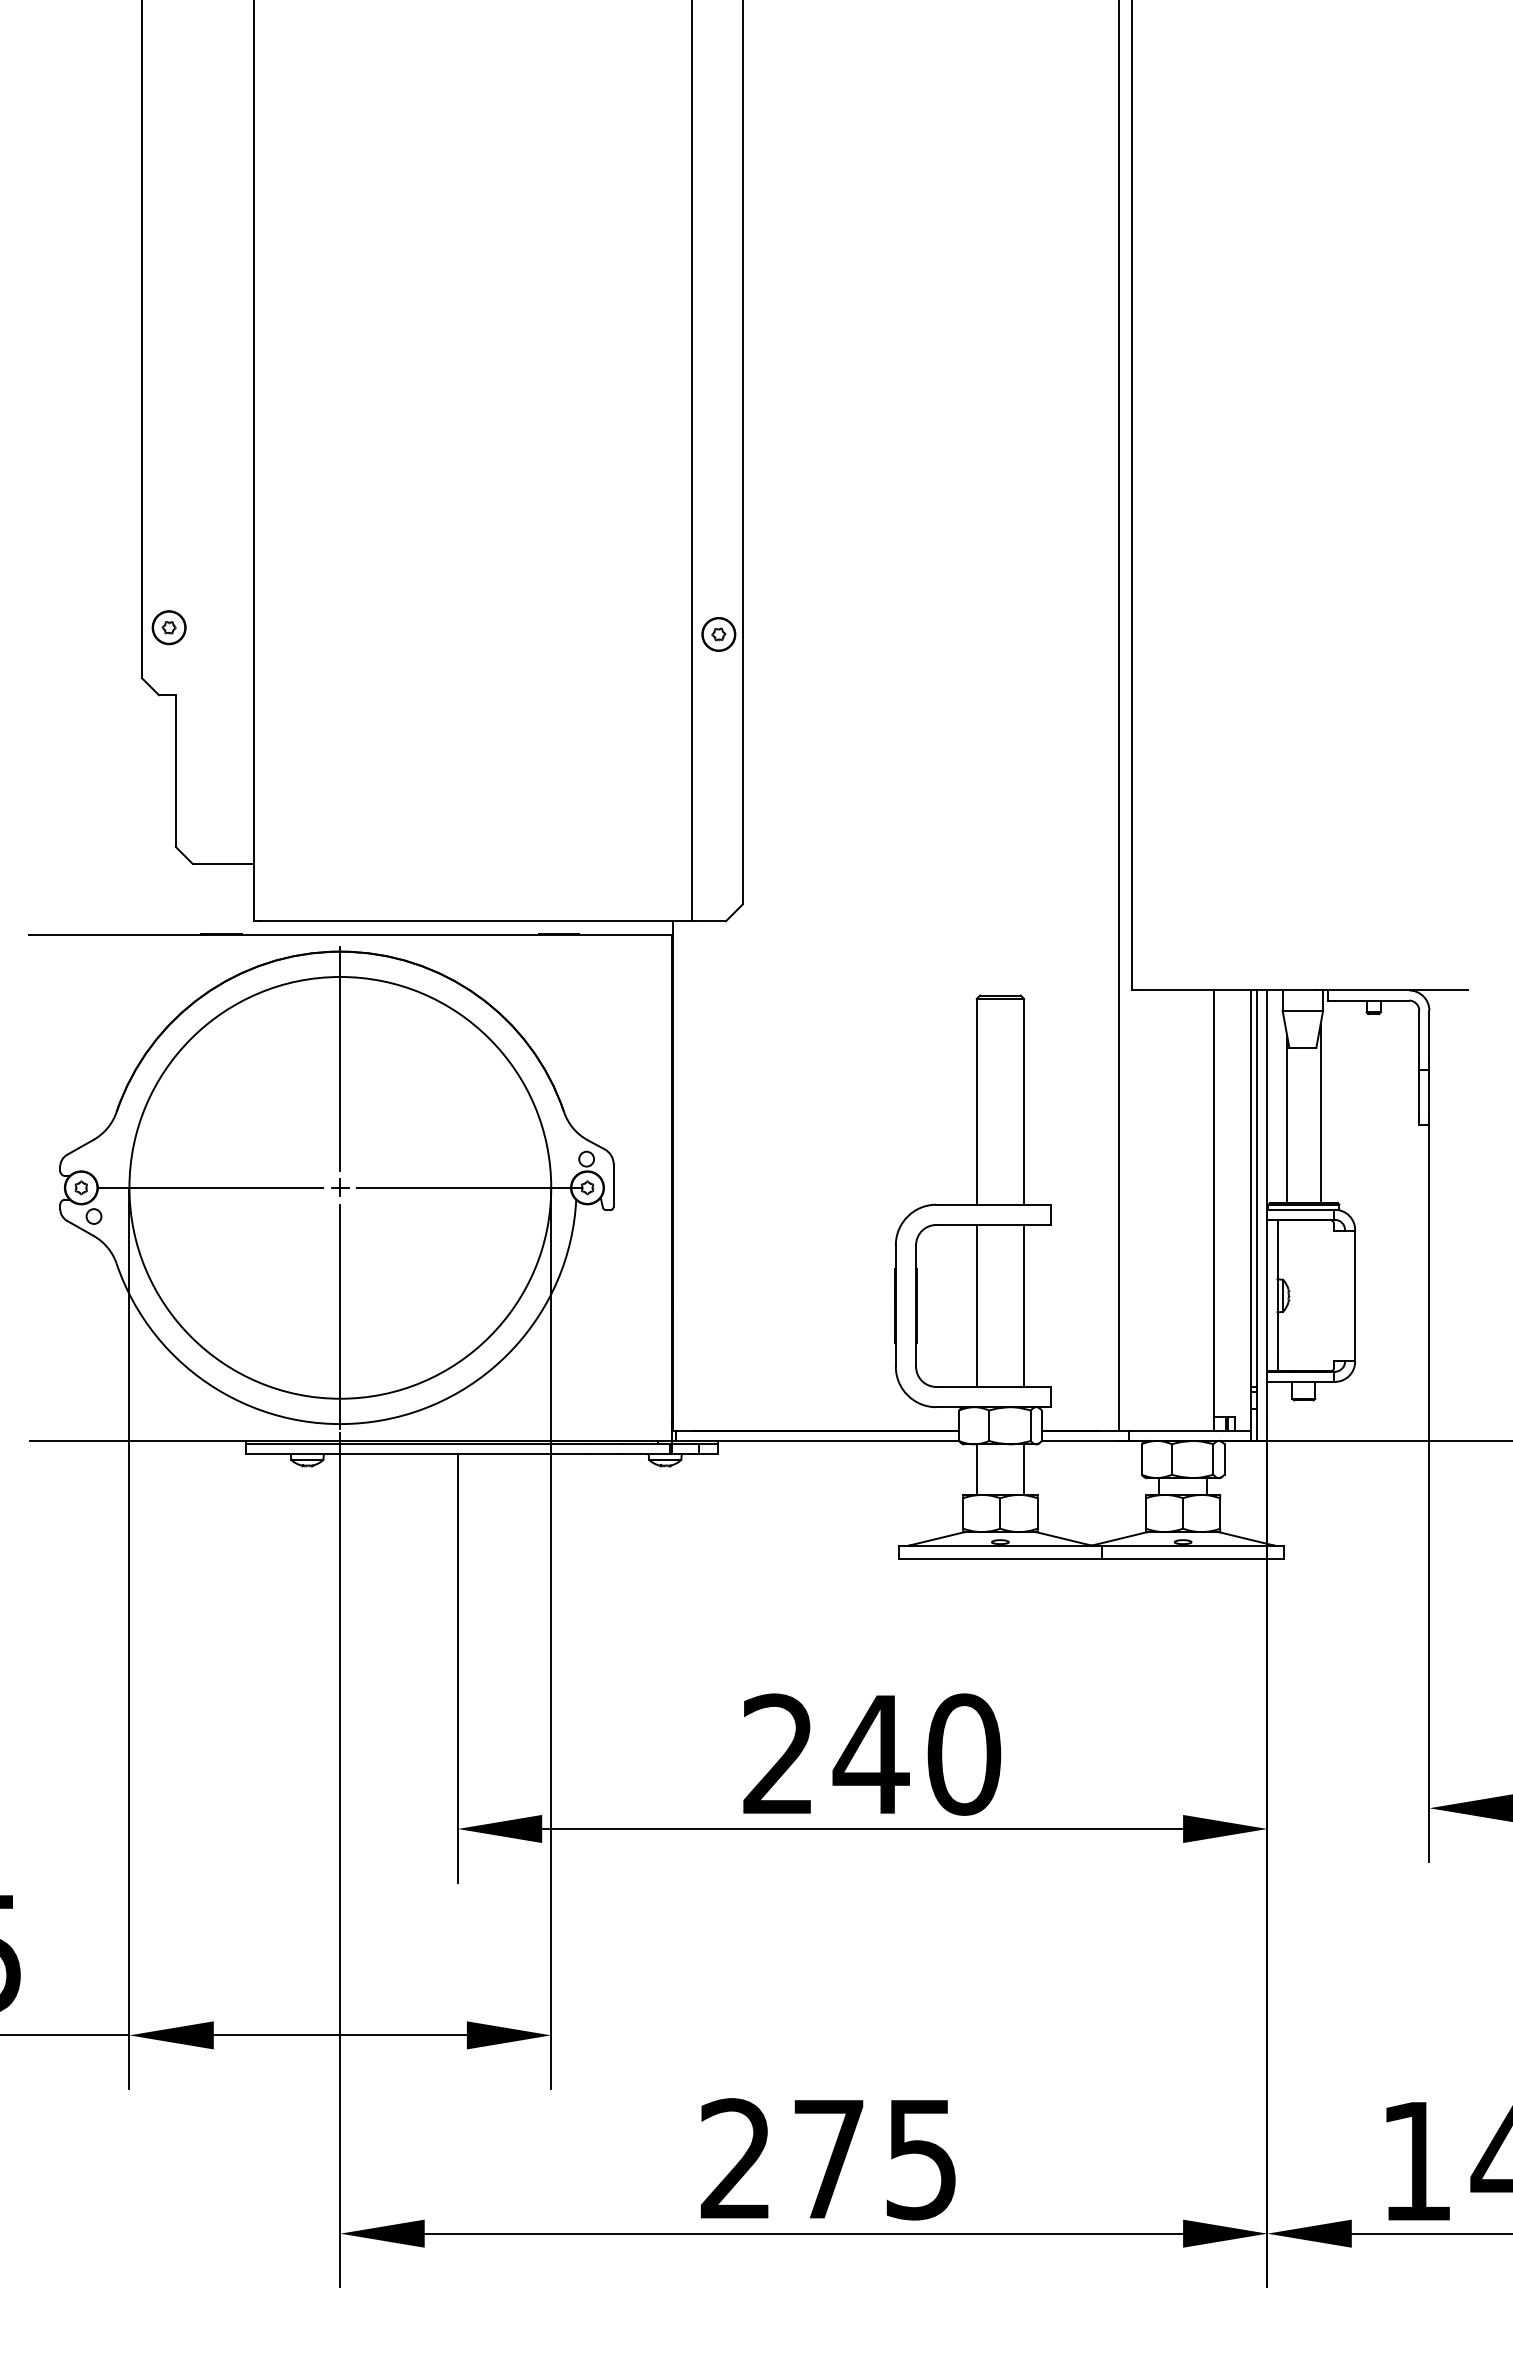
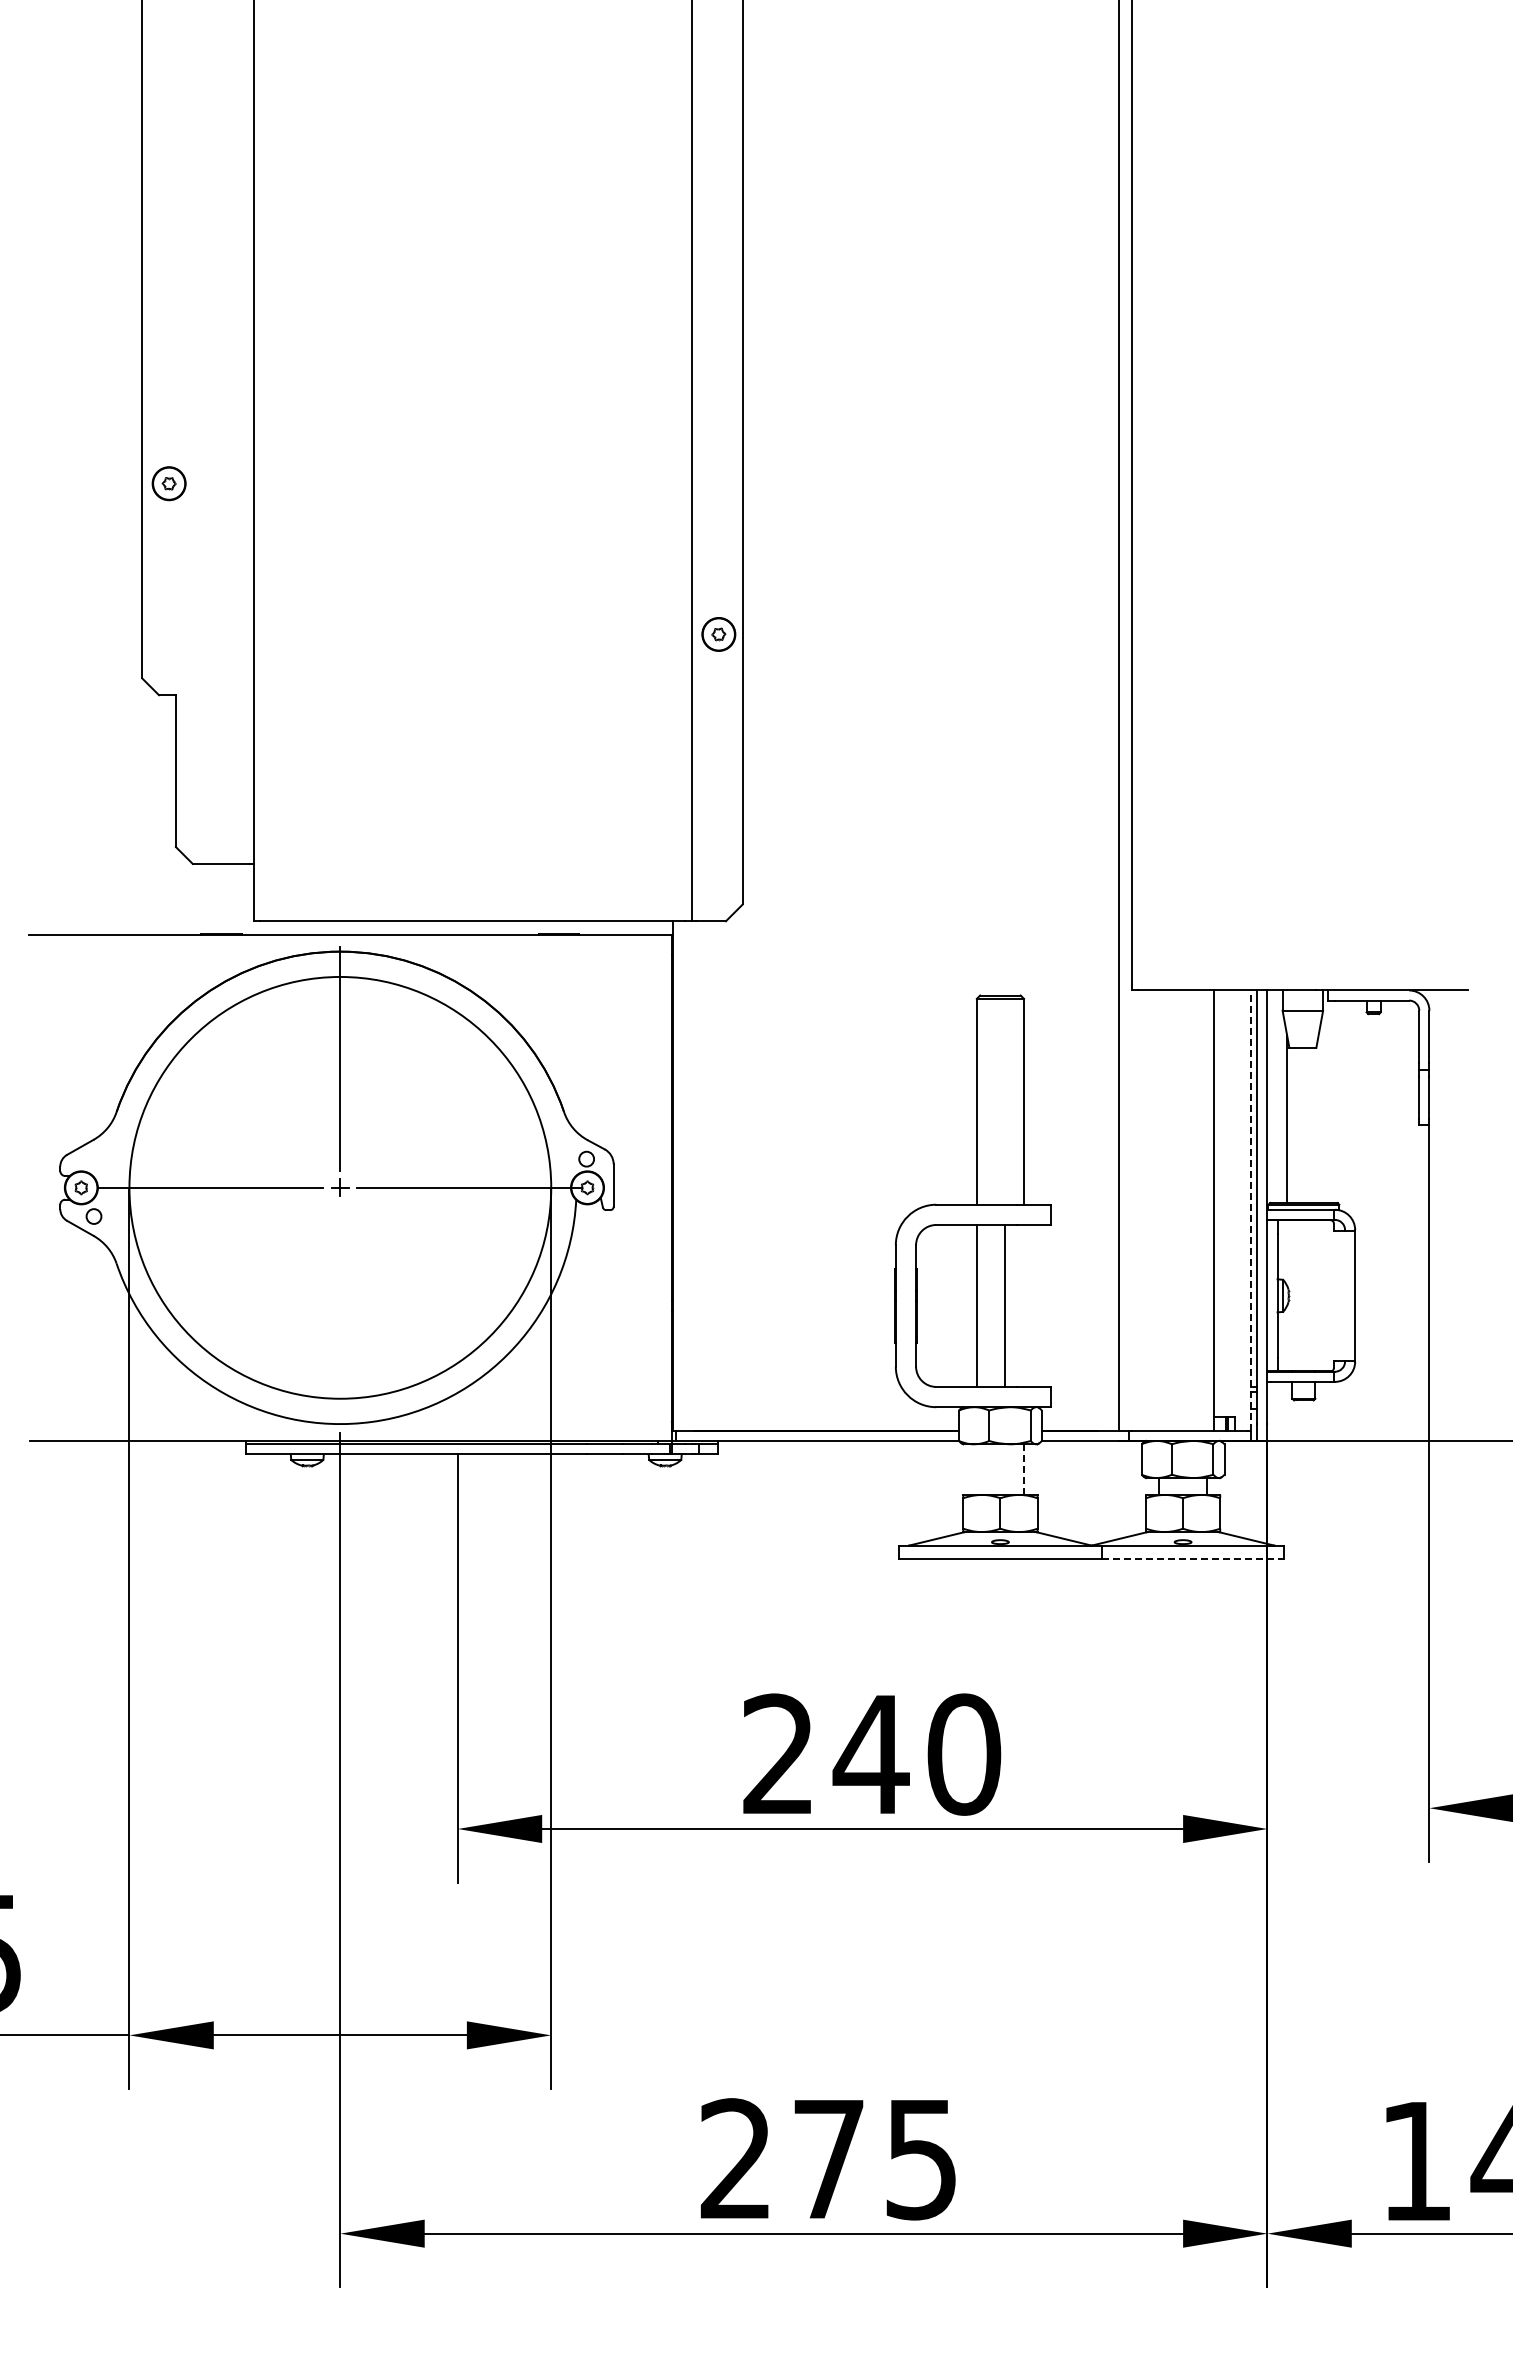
part at (168, 627) position: (168, 627) -> (168, 483)
line at (1320, 1113): present -> none
line at (1250, 1210): solid -> dashed
line at (1024, 1305) position: (1024, 1305) -> (1005, 1305)
line at (340, 1316): present -> none
line at (976, 1469): present -> none
line at (1024, 1469): solid -> dashed
line at (1193, 1559): solid -> dashed
